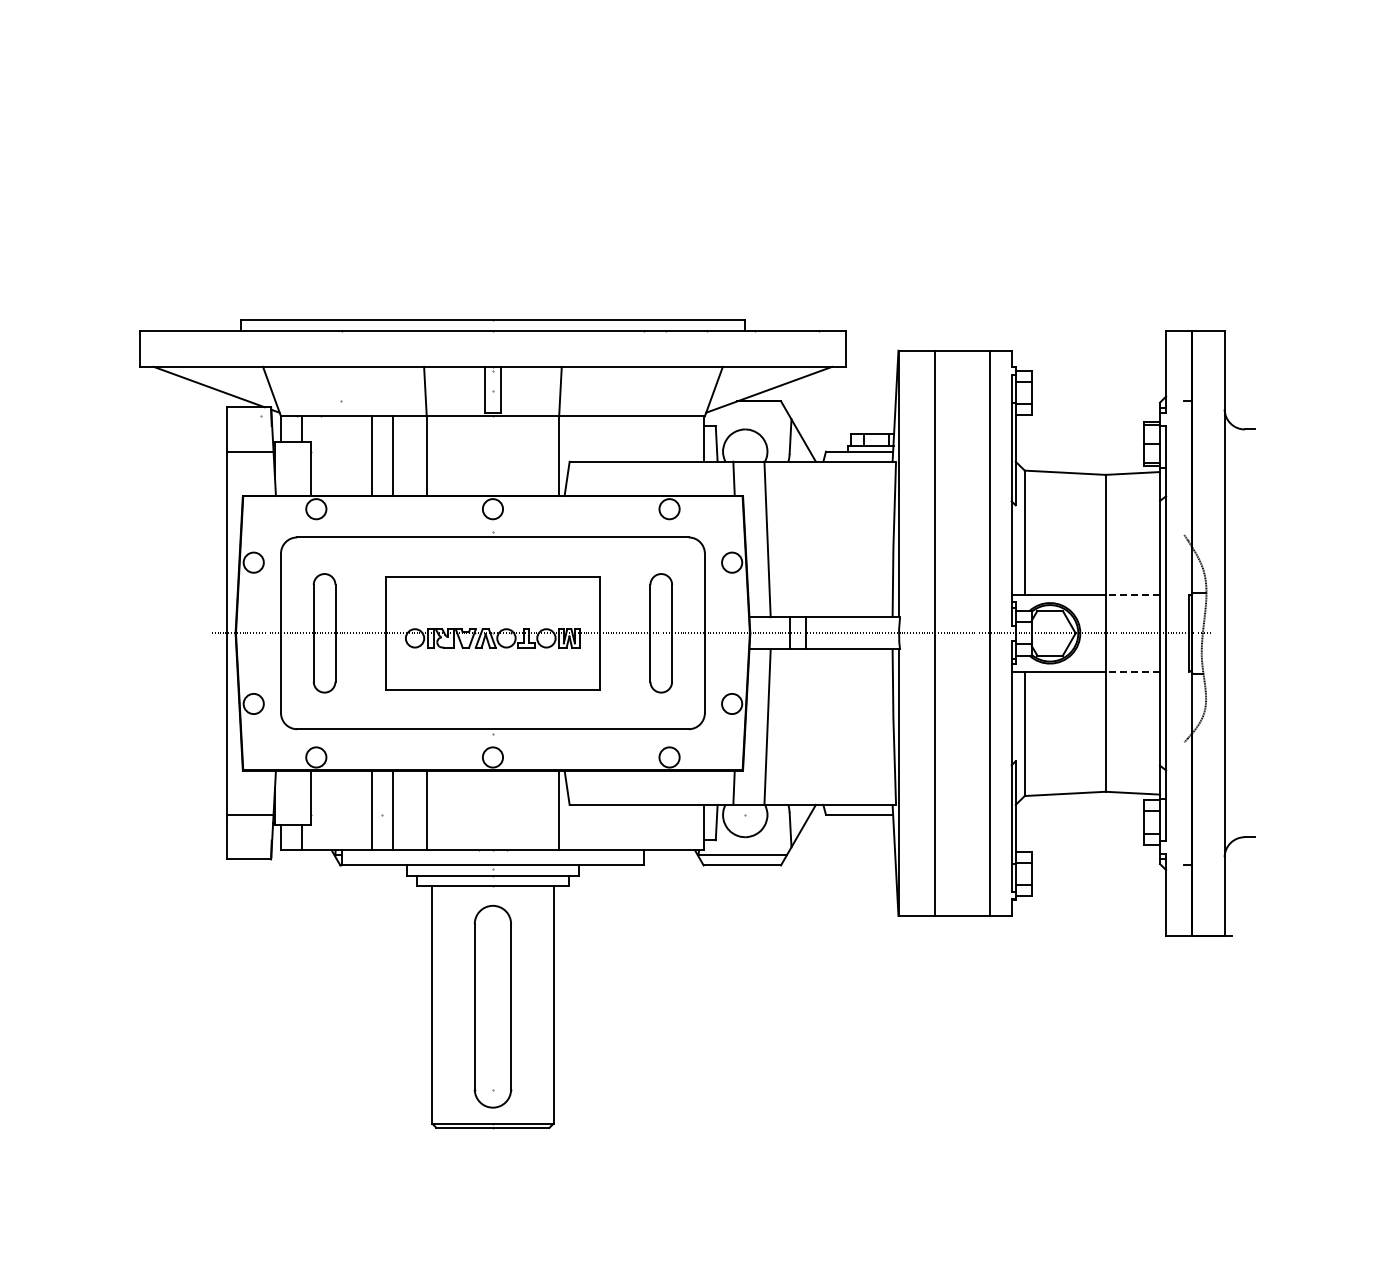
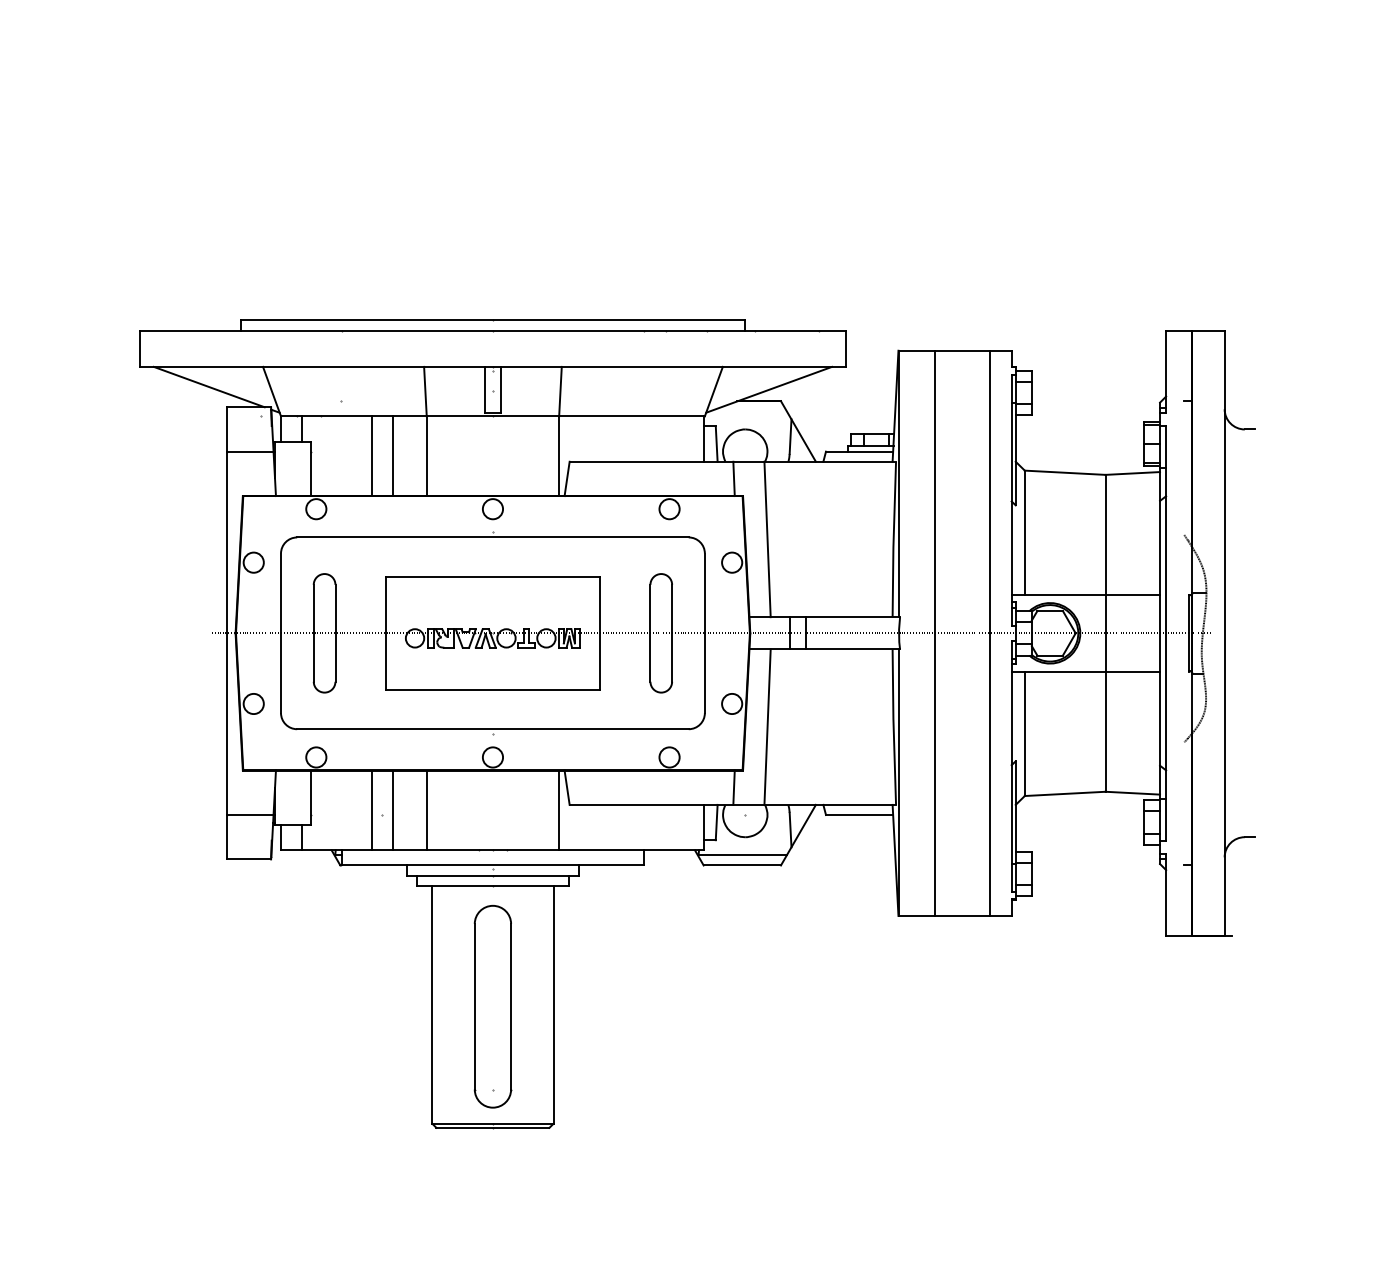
line at (1132, 594): dashed -> solid
line at (1132, 671): dashed -> solid
